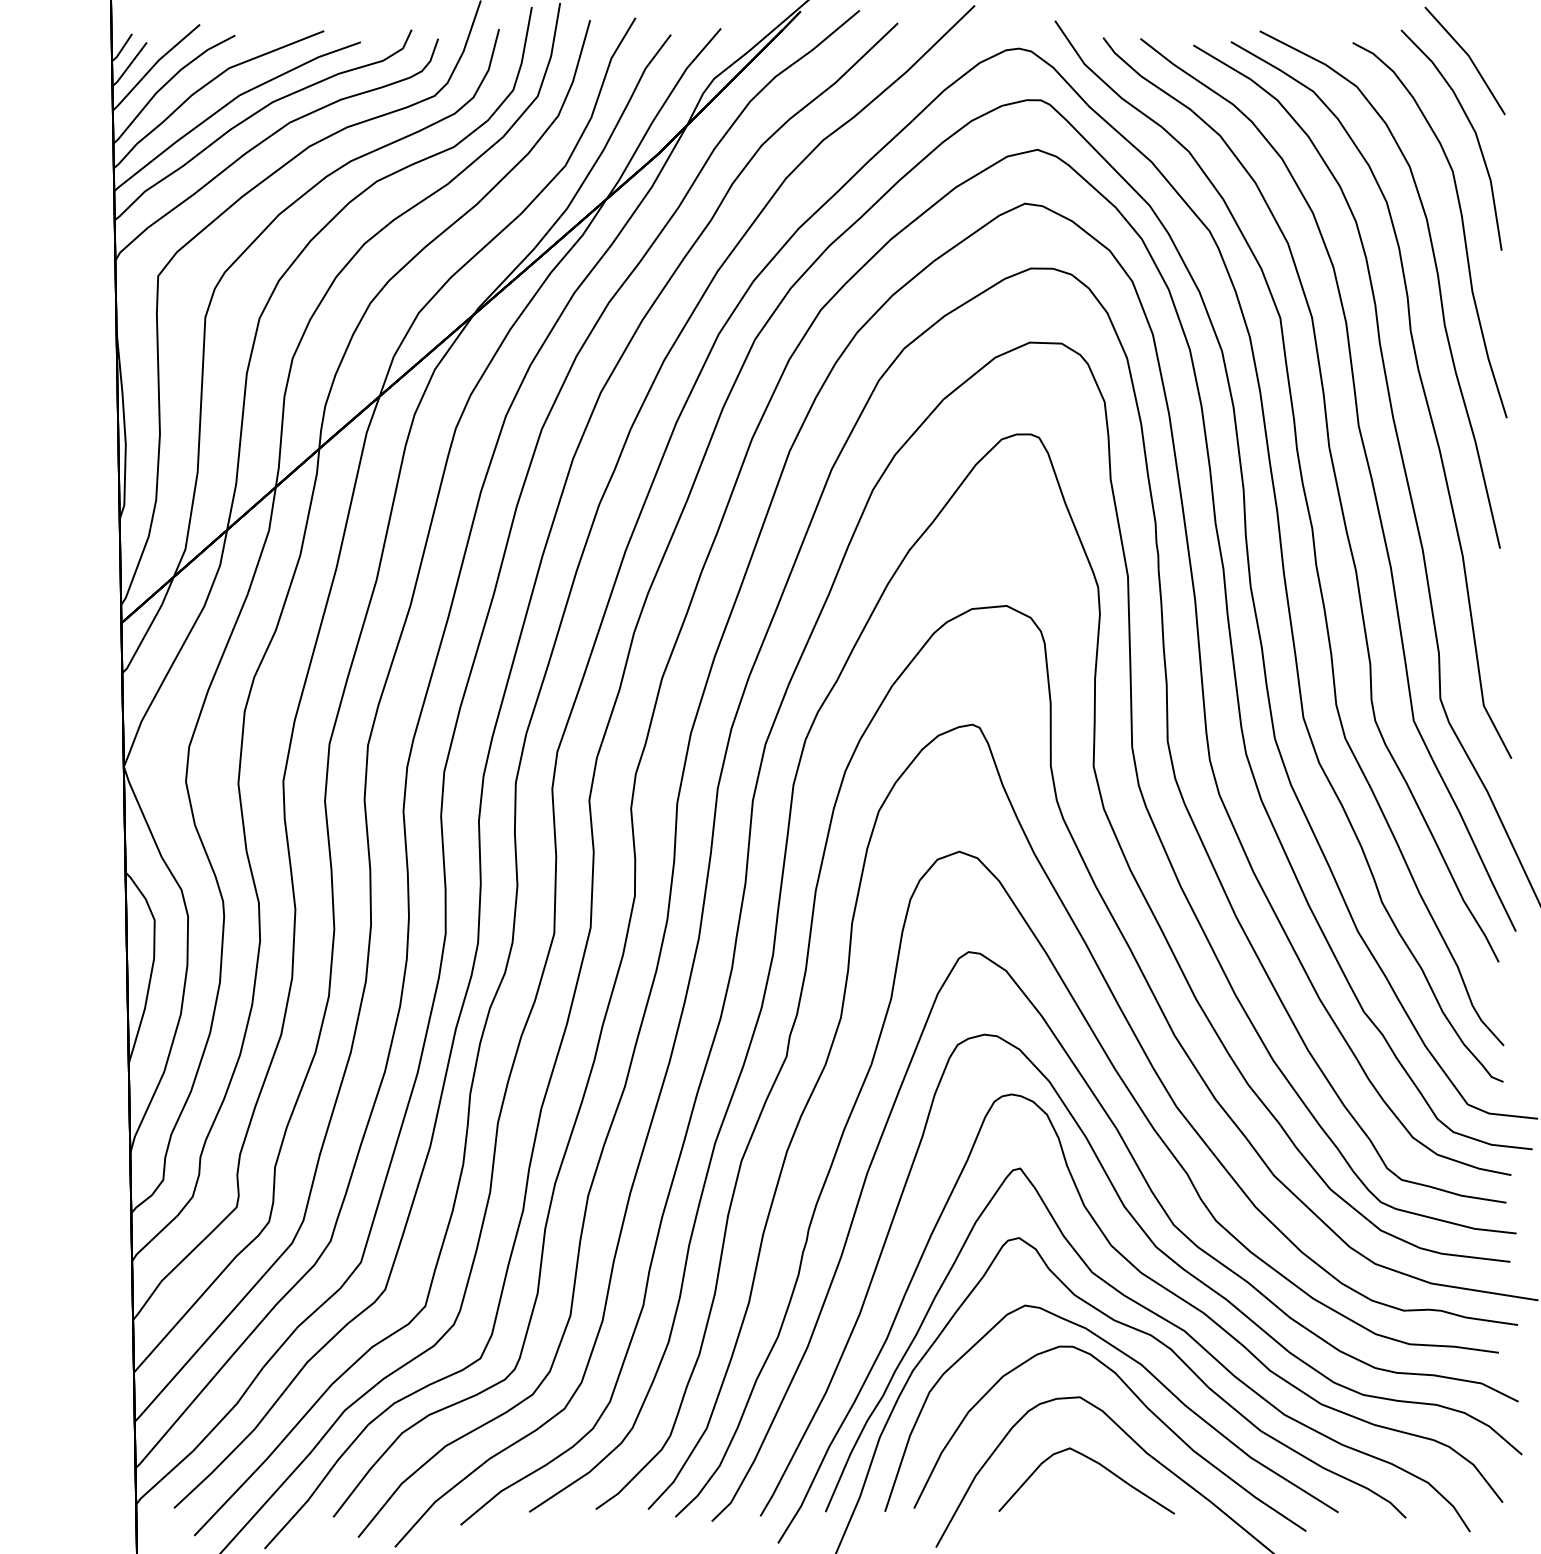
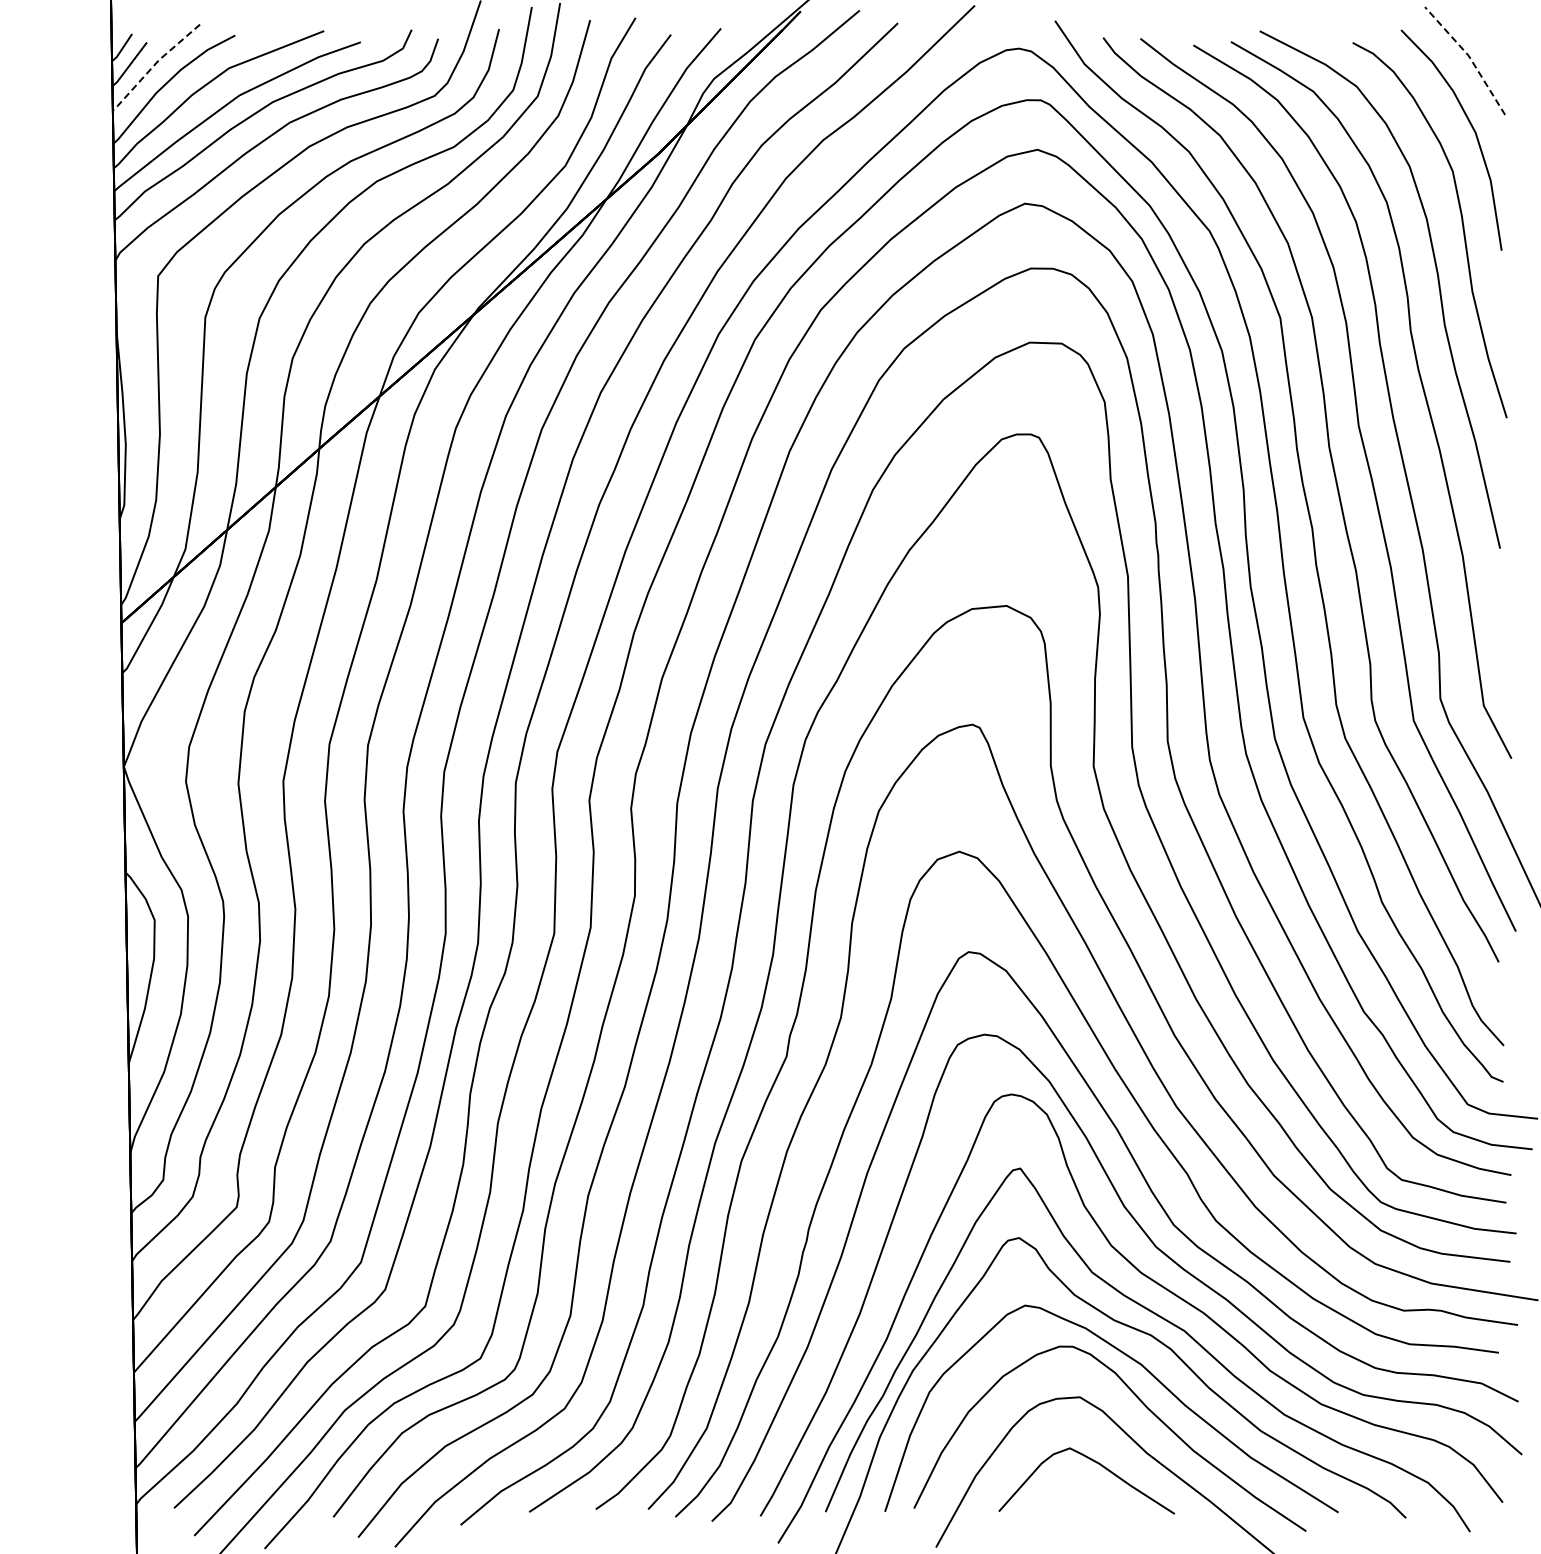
line at (1469, 56): solid -> dashed
line at (154, 65): solid -> dashed
